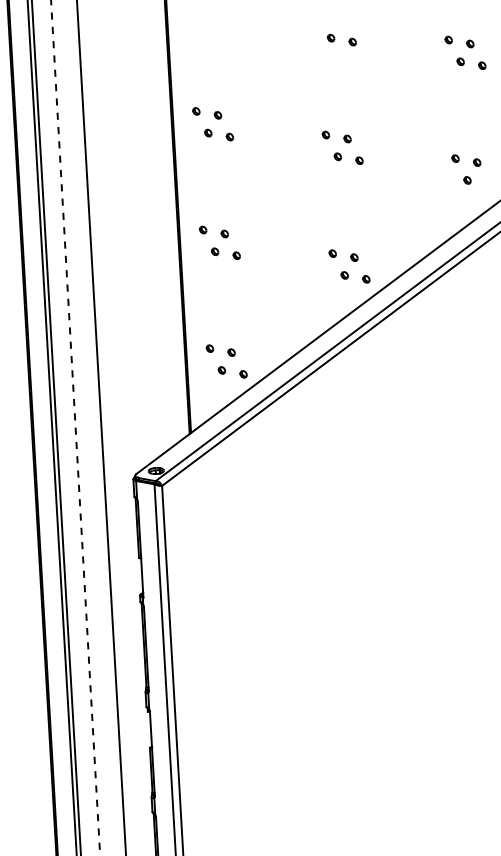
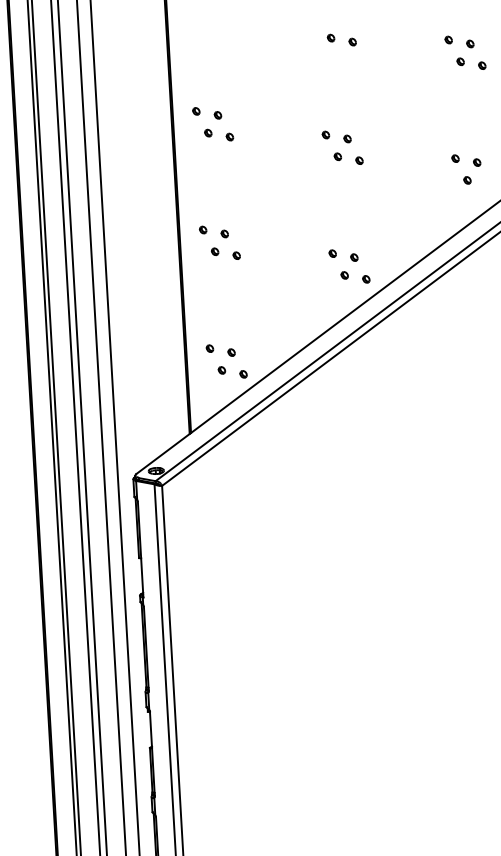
line at (81, 427): none -> present
line at (114, 427): none -> present
line at (75, 428): dashed -> solid
